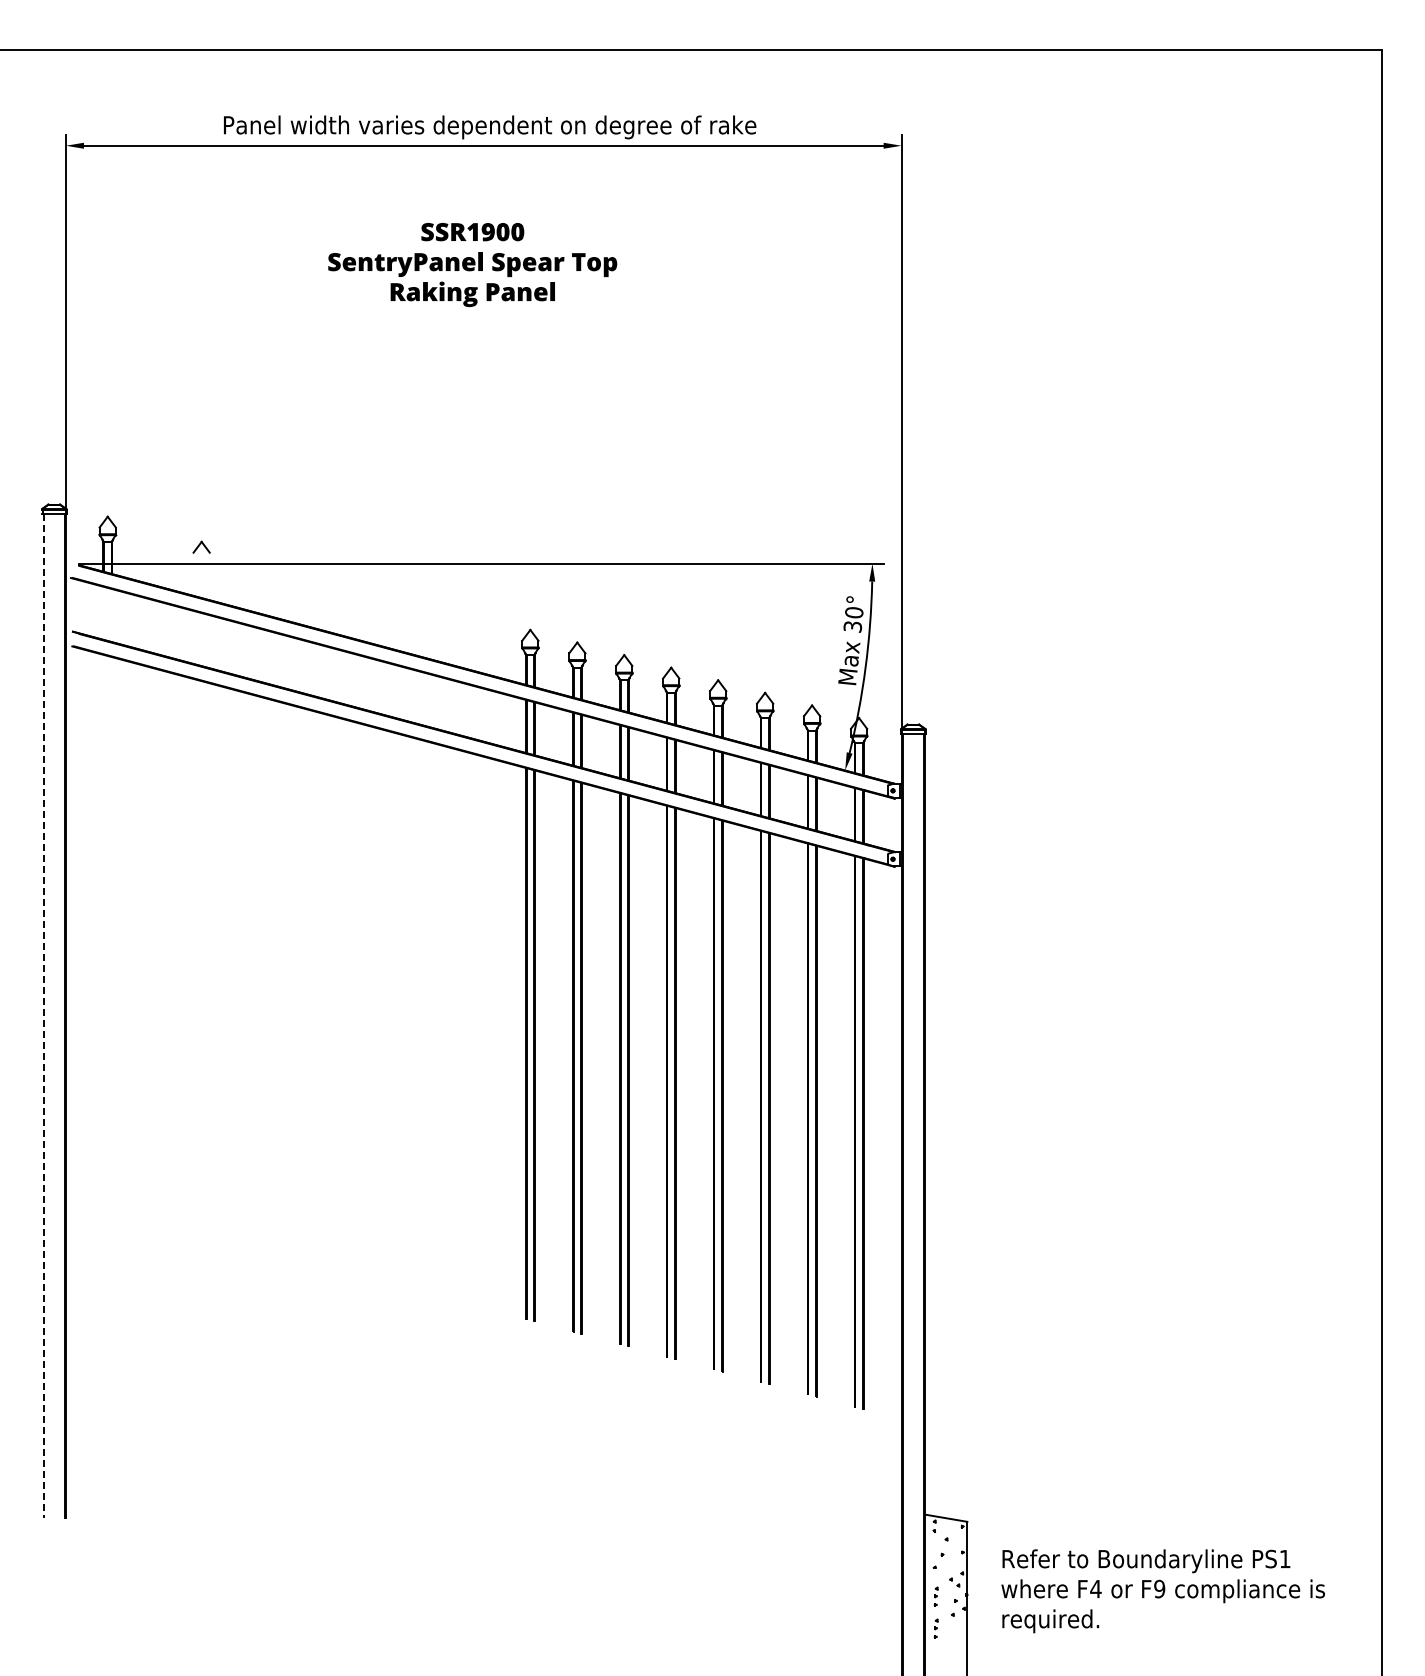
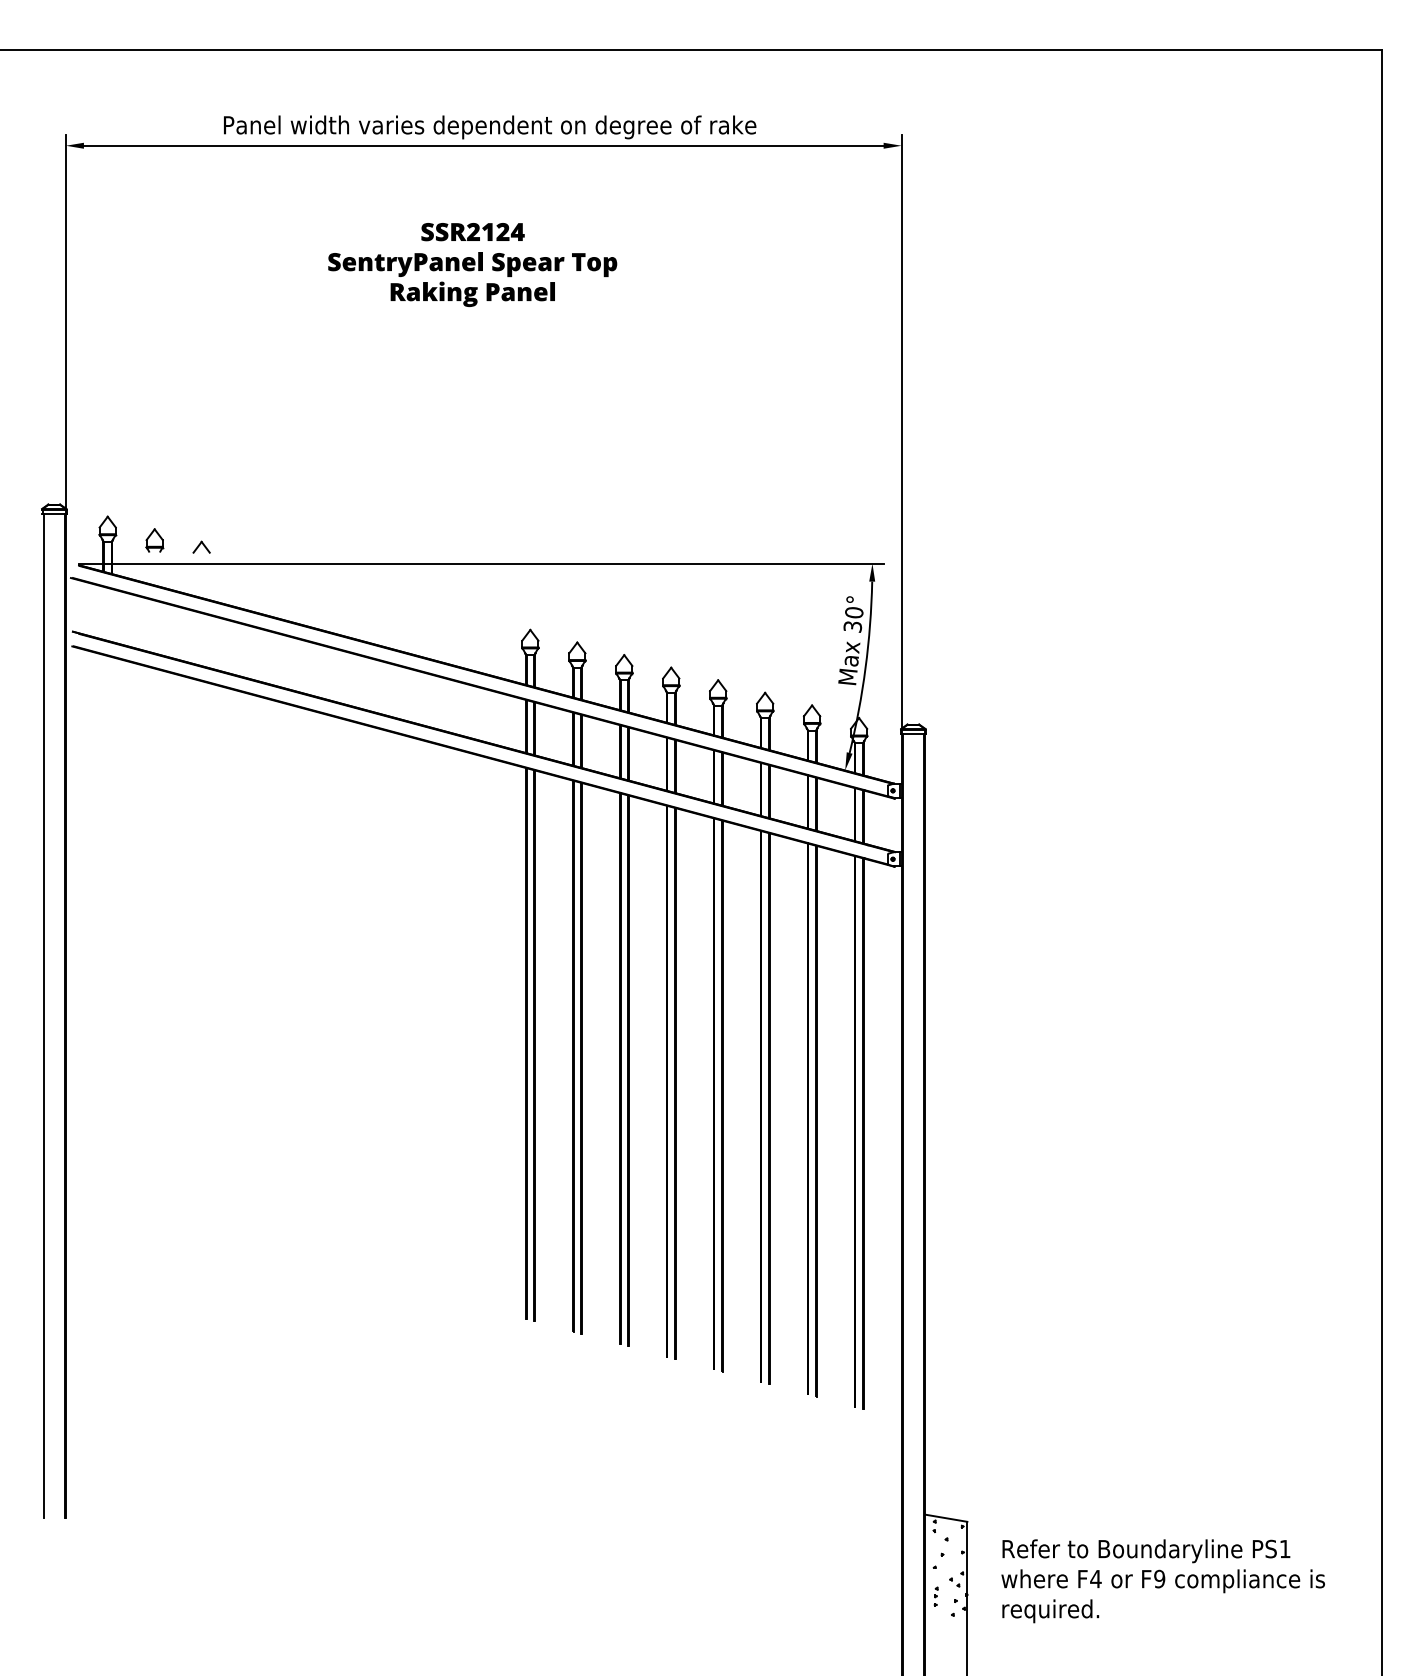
text at (495, 232): SSR1900 -> SSR2124
part at (154, 540): none -> present
line at (43, 1015): dashed -> solid
text at (1162, 1591) position: (1162, 1591) -> (1162, 1581)
part at (935, 1628): present -> none
